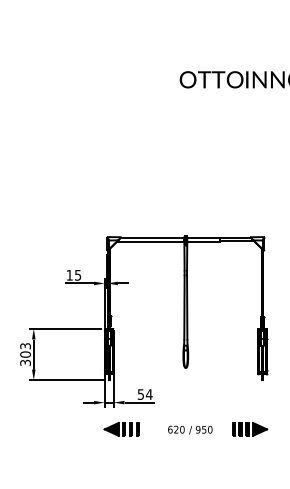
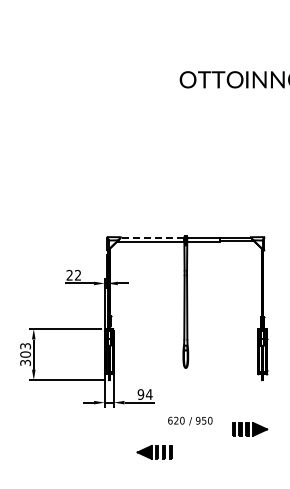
line at (152, 237): solid -> dashed
text at (73, 274): 15 -> 22
text at (140, 394): 54 -> 94
part at (121, 429) position: (121, 429) -> (154, 452)
text at (190, 429) position: (190, 429) -> (190, 420)
